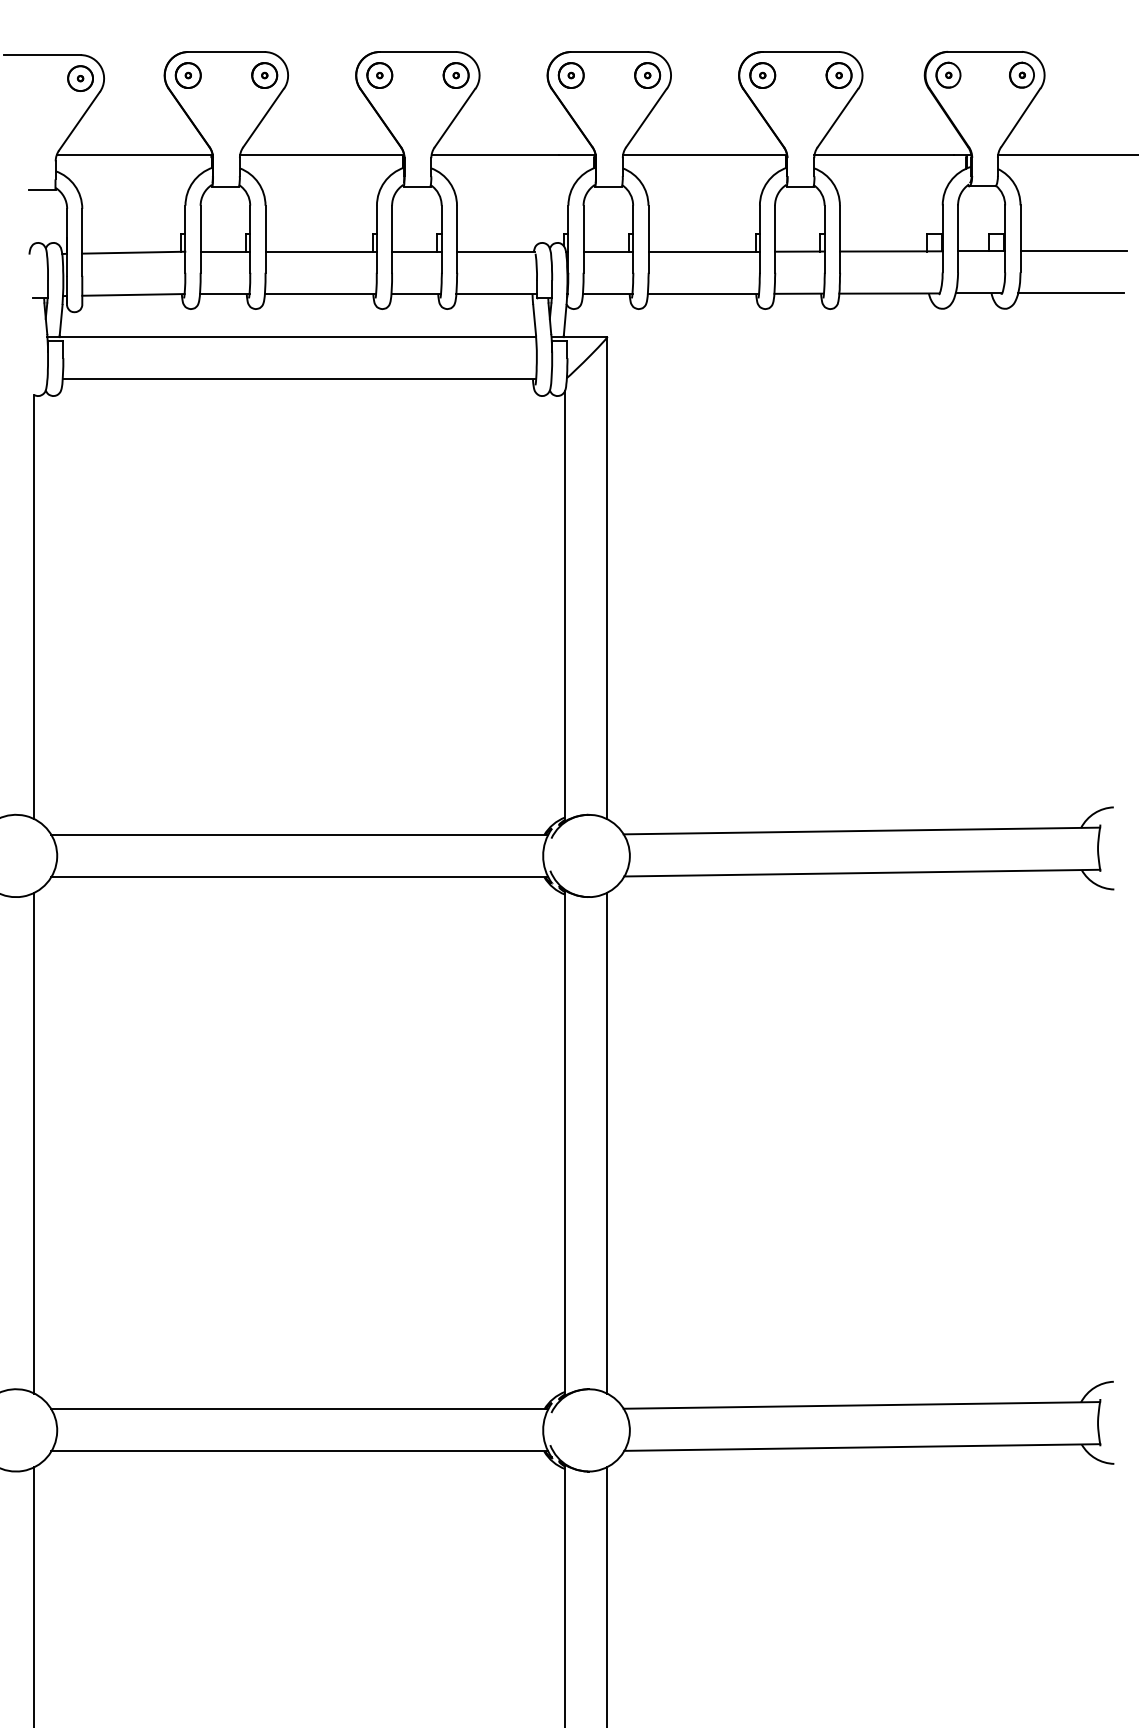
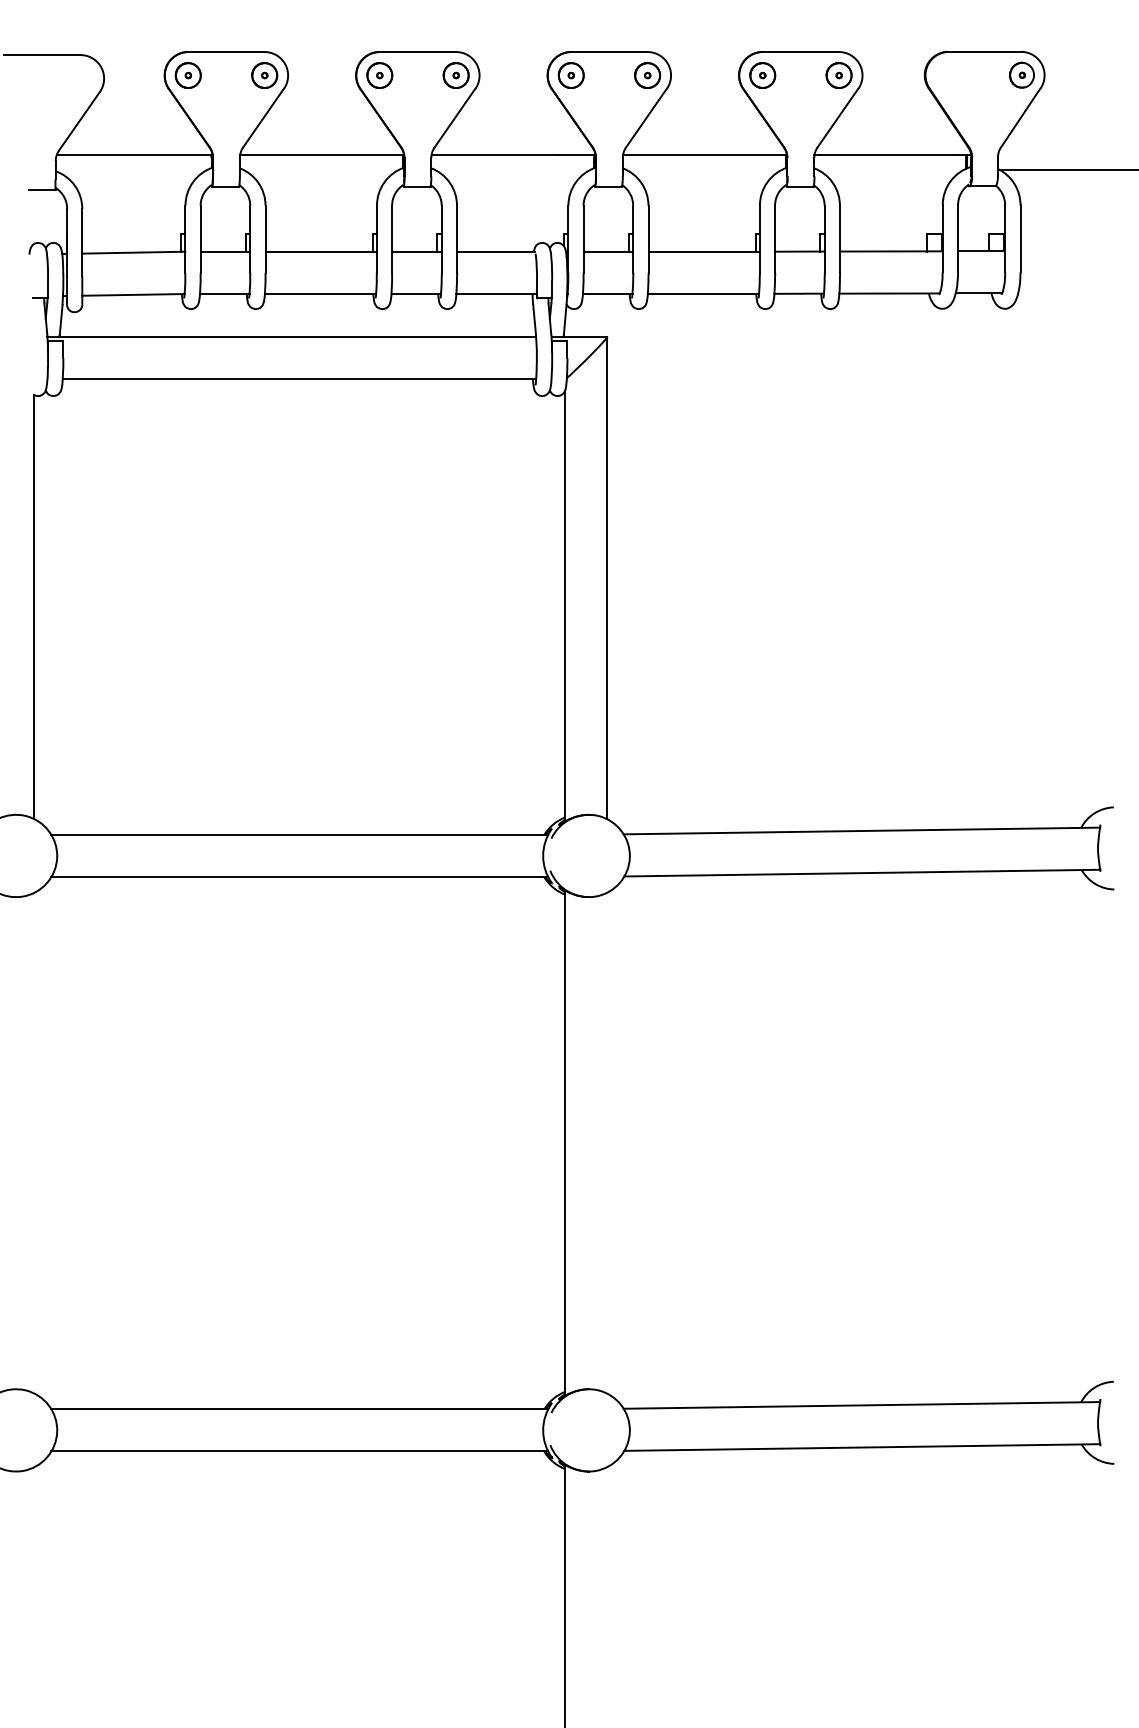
part at (948, 74): present -> none
part at (80, 78): present -> none
line at (1066, 155) position: (1066, 155) -> (1066, 170)
line at (1073, 251): present -> none
line at (1071, 293): present -> none
line at (34, 1142): present -> none
line at (607, 1142): present -> none
line at (34, 1595): present -> none
line at (607, 1595): present -> none
